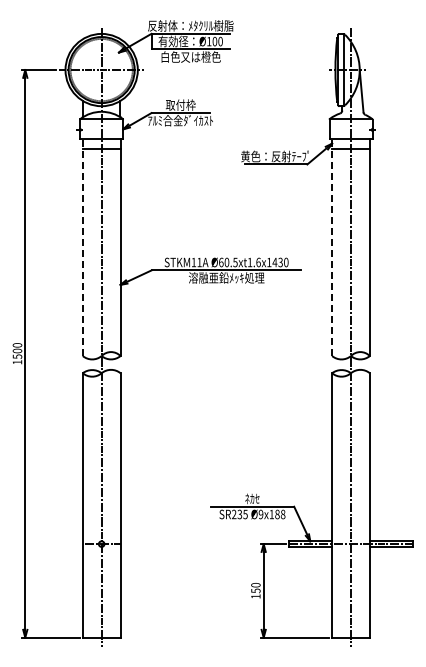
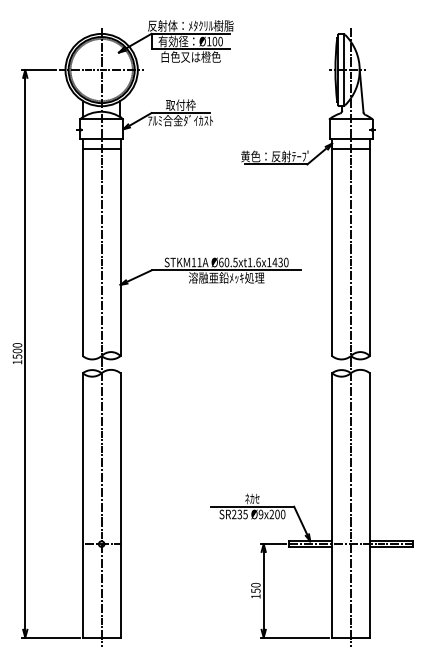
line at (82, 247): dashed -> solid
line at (332, 247): dashed -> solid
text at (277, 513): Ø9x188 -> Ø9x200
